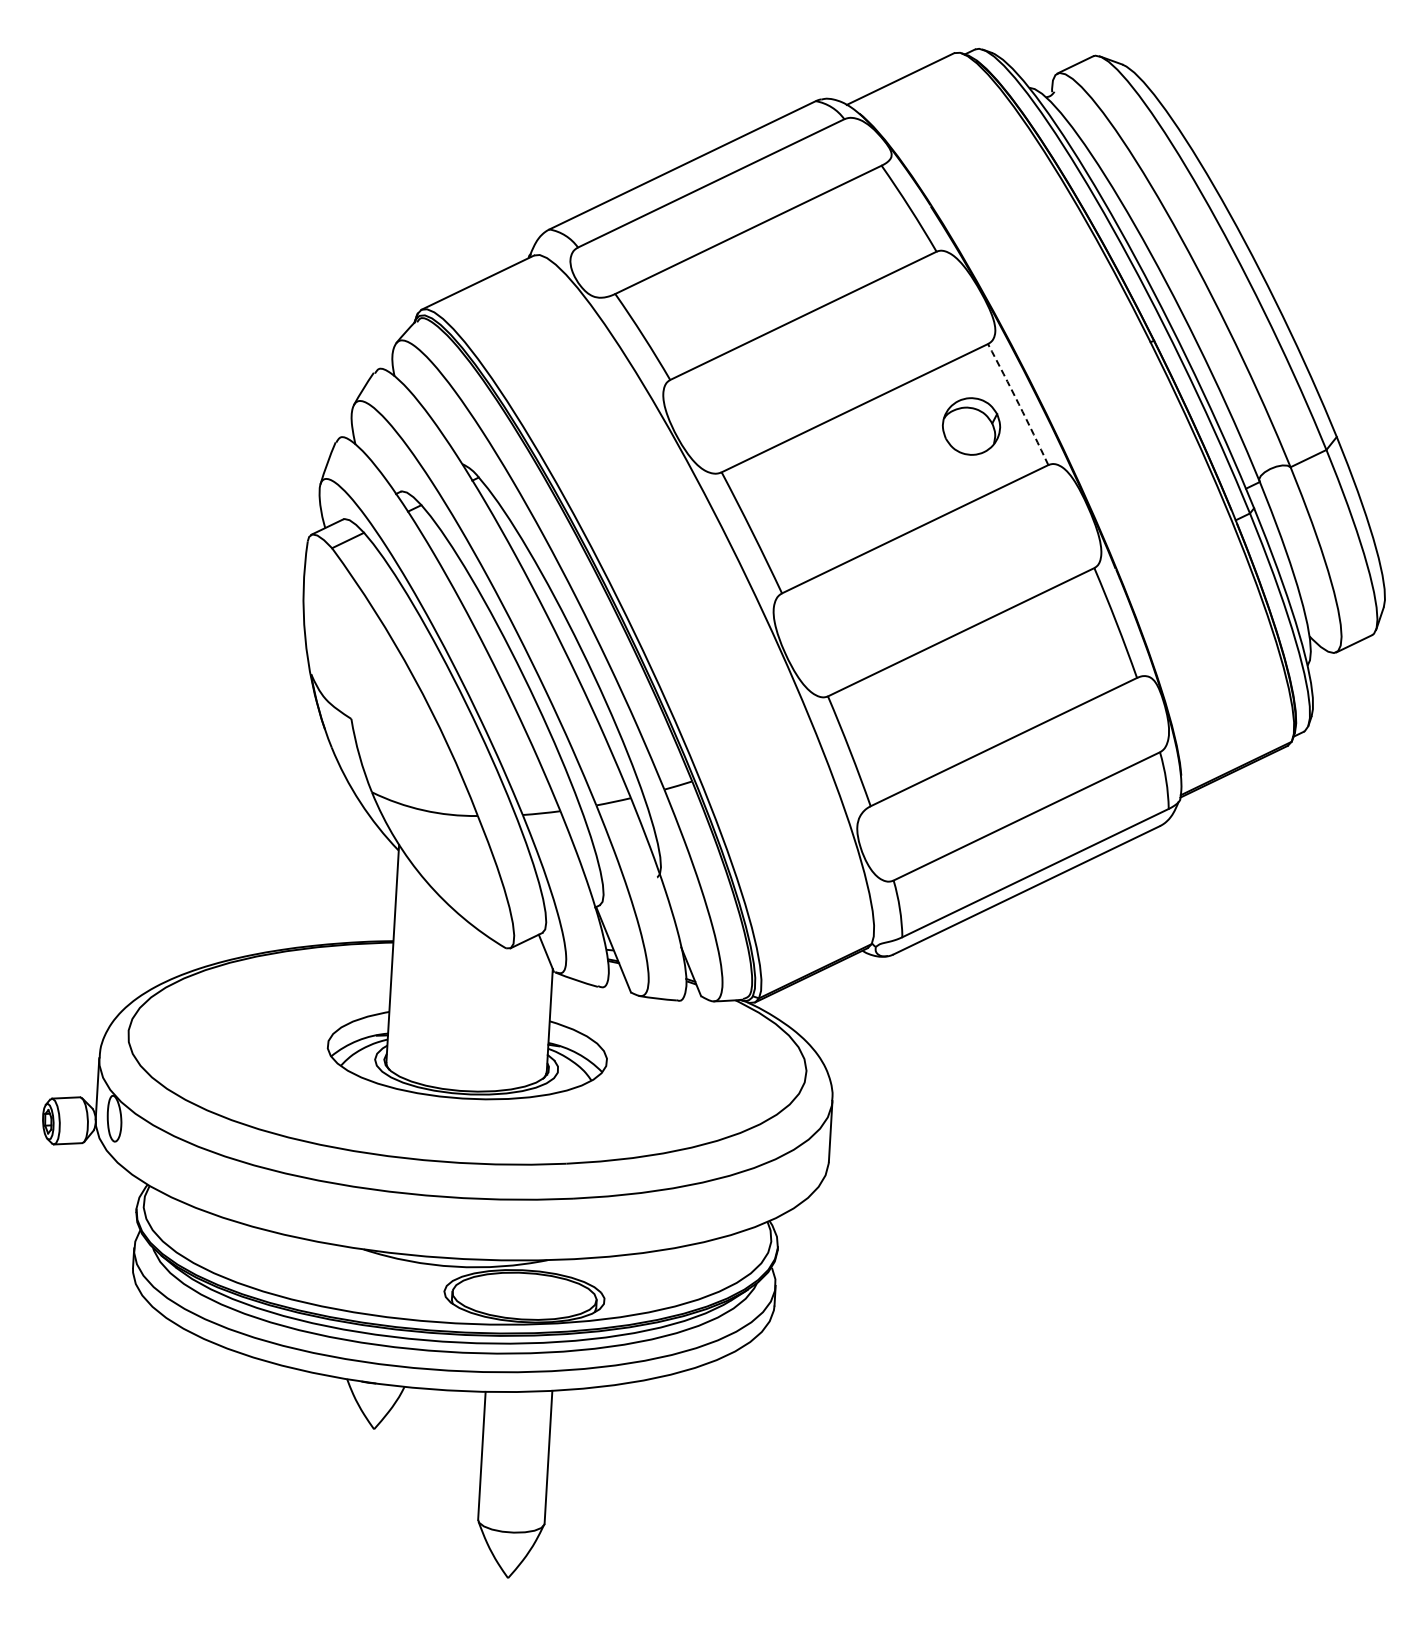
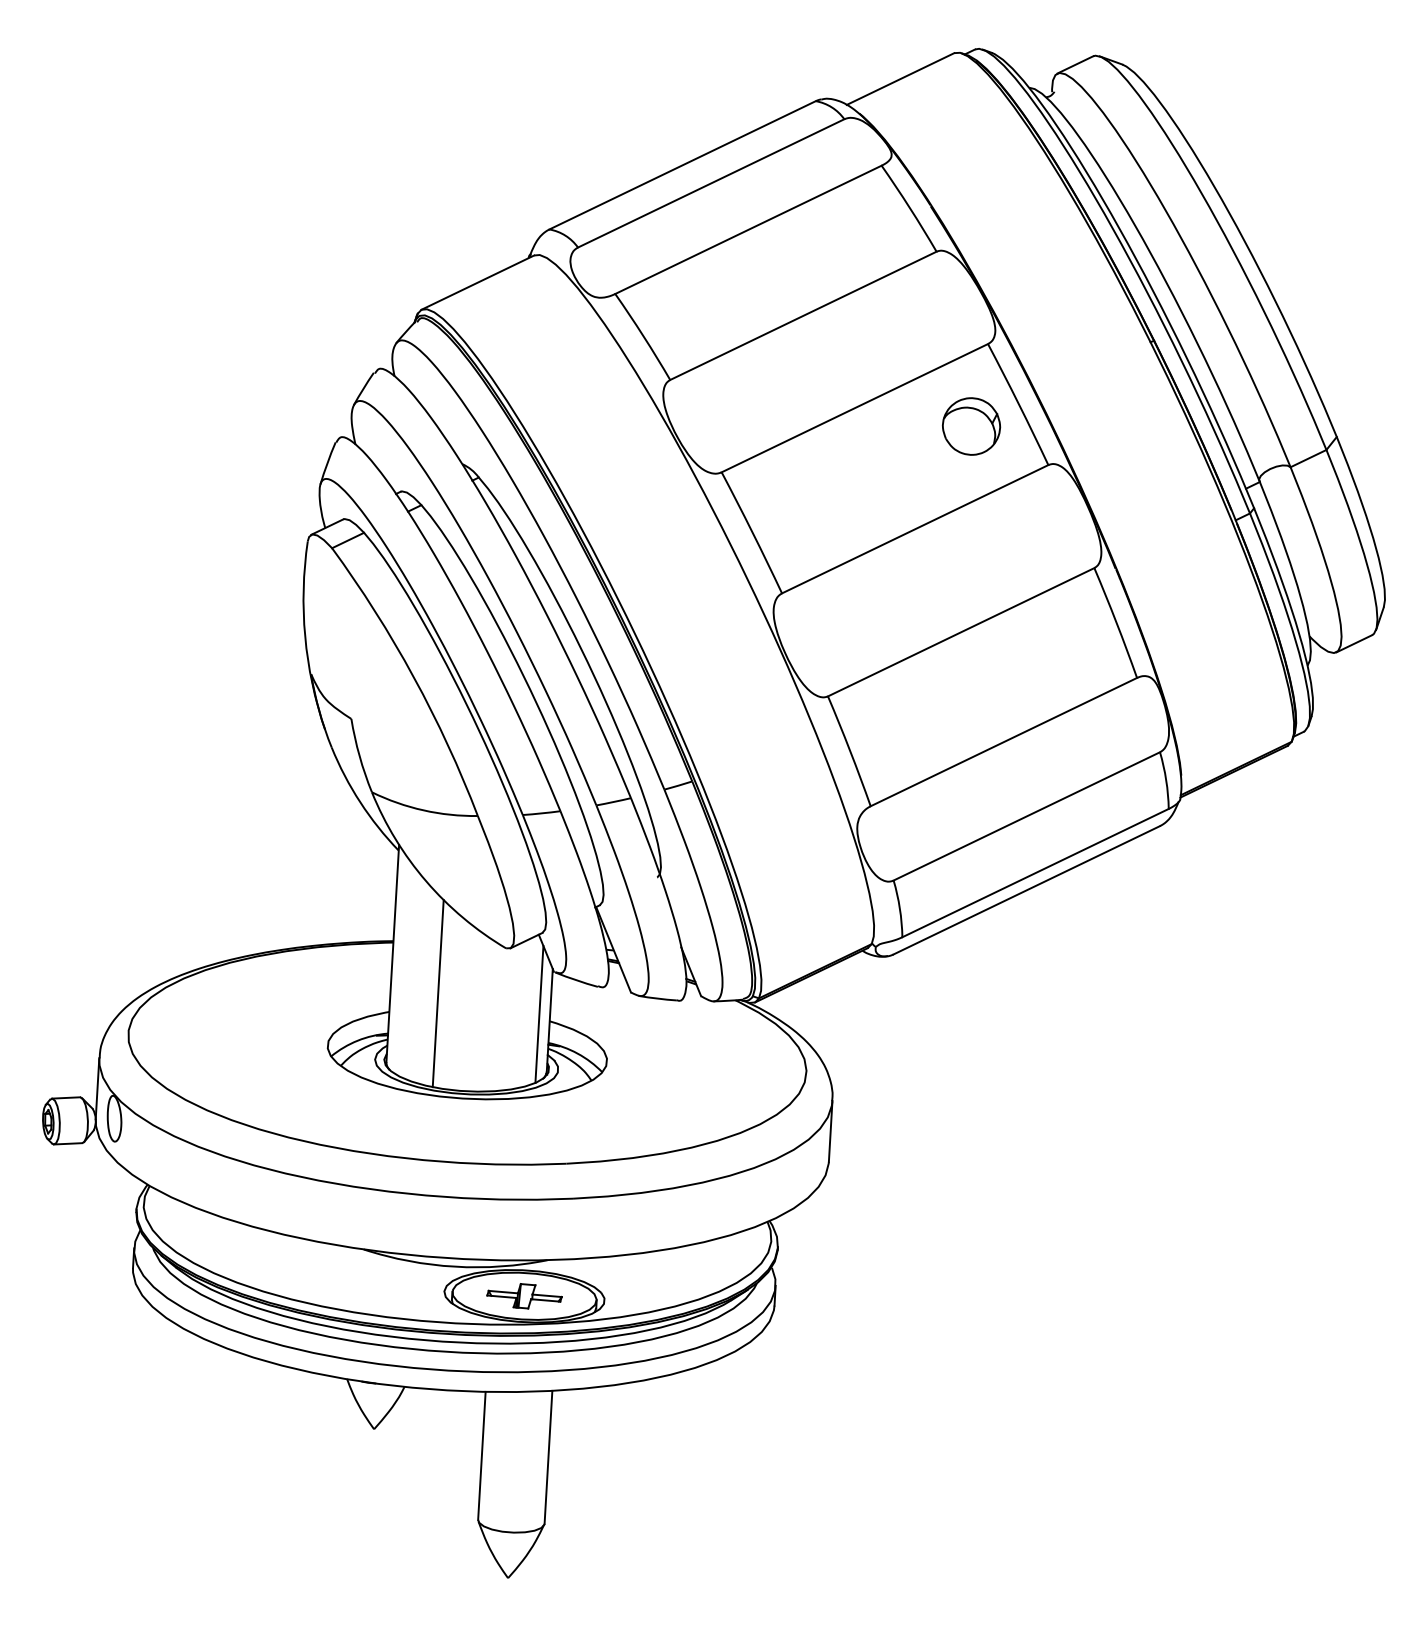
arc at (1018, 404): dashed -> solid
line at (437, 993): none -> present
line at (539, 1014): none -> present
part at (524, 1296): none -> present
